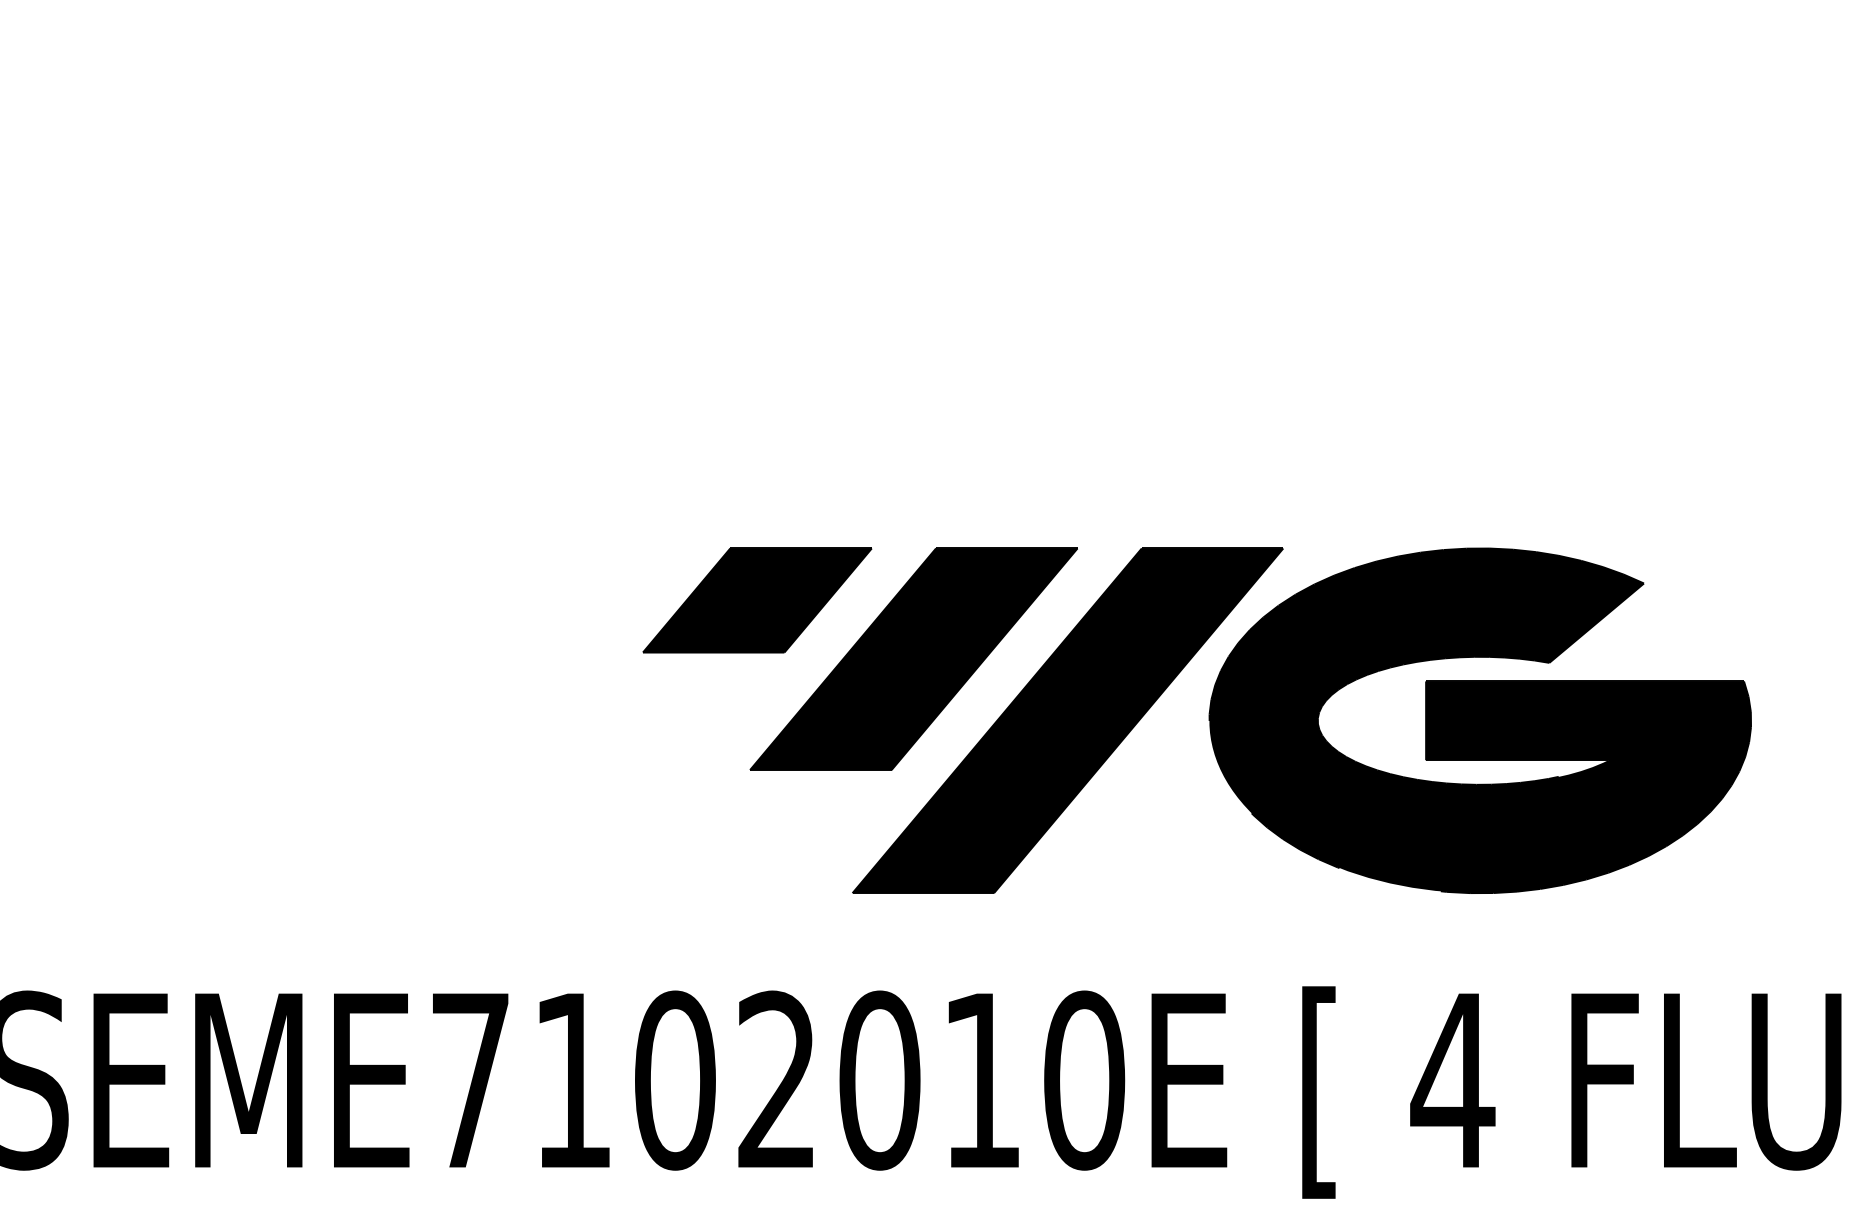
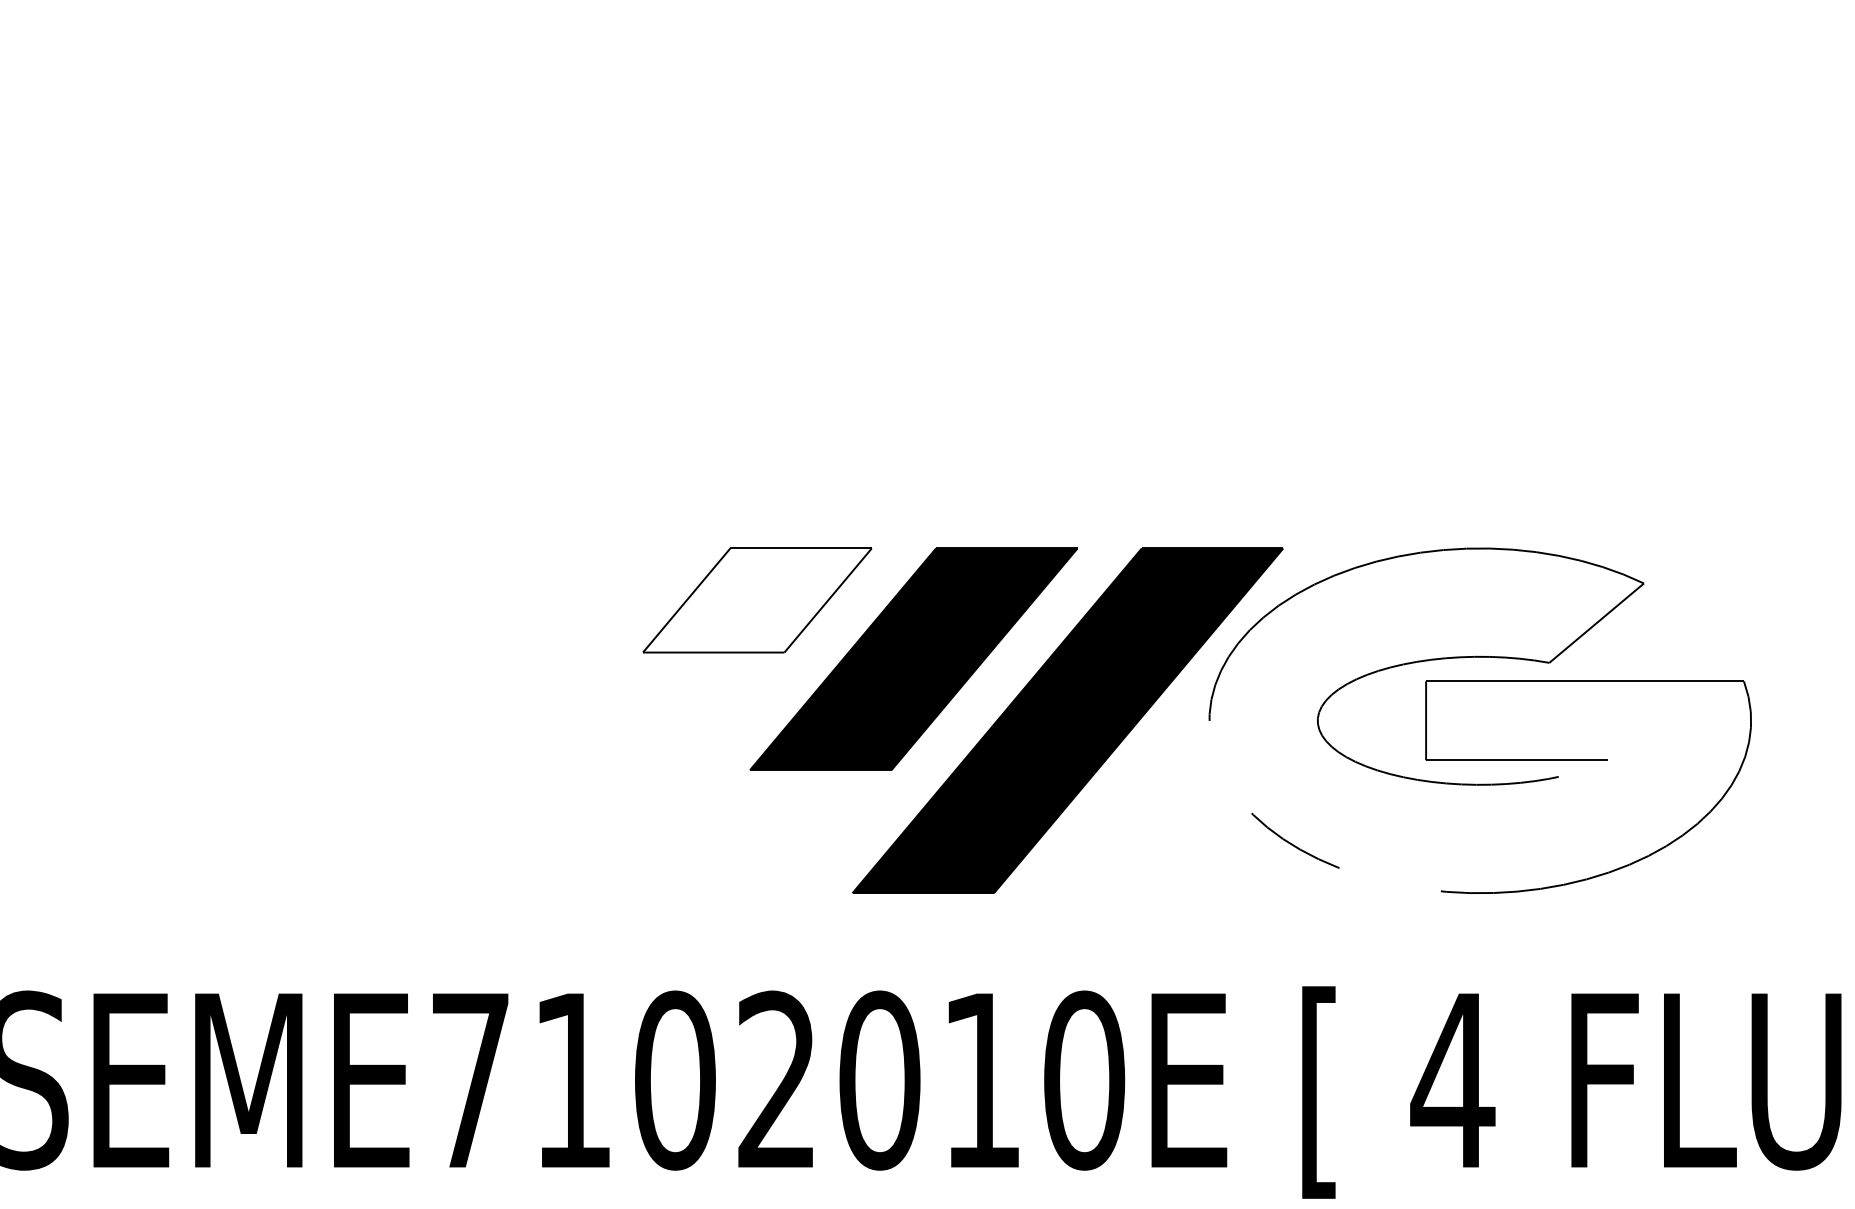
fill at (757, 600): present -> none
fill at (1480, 720): present -> none
